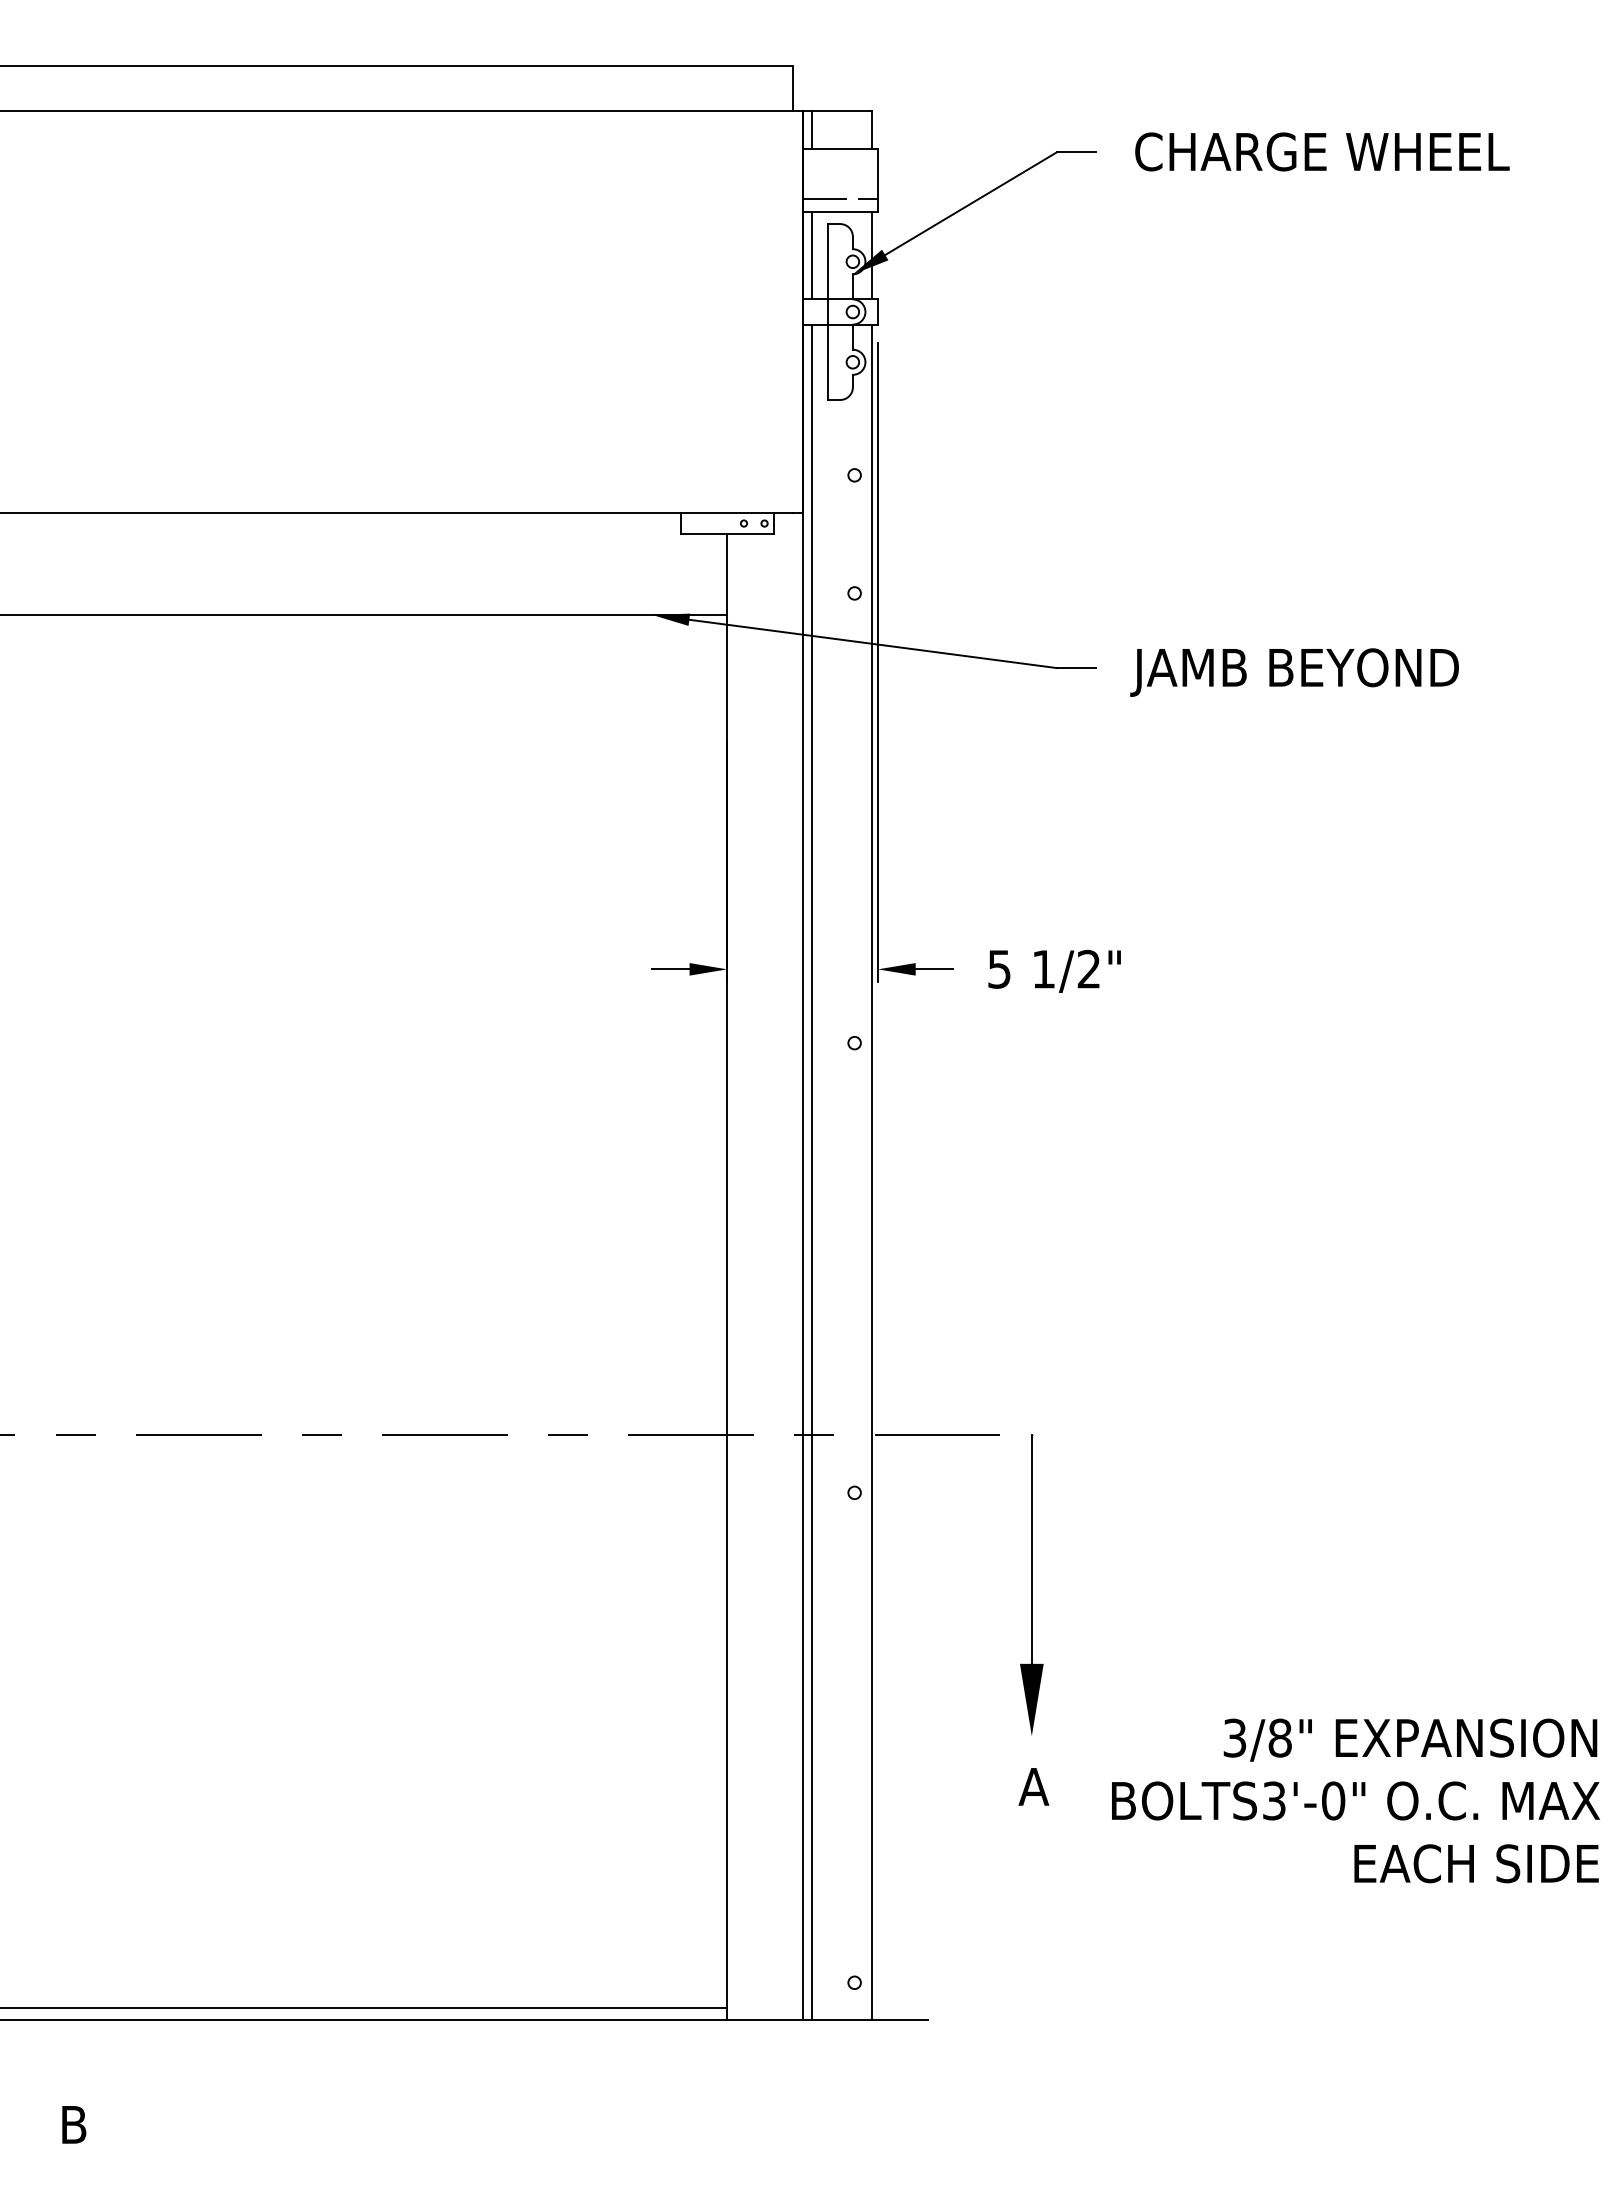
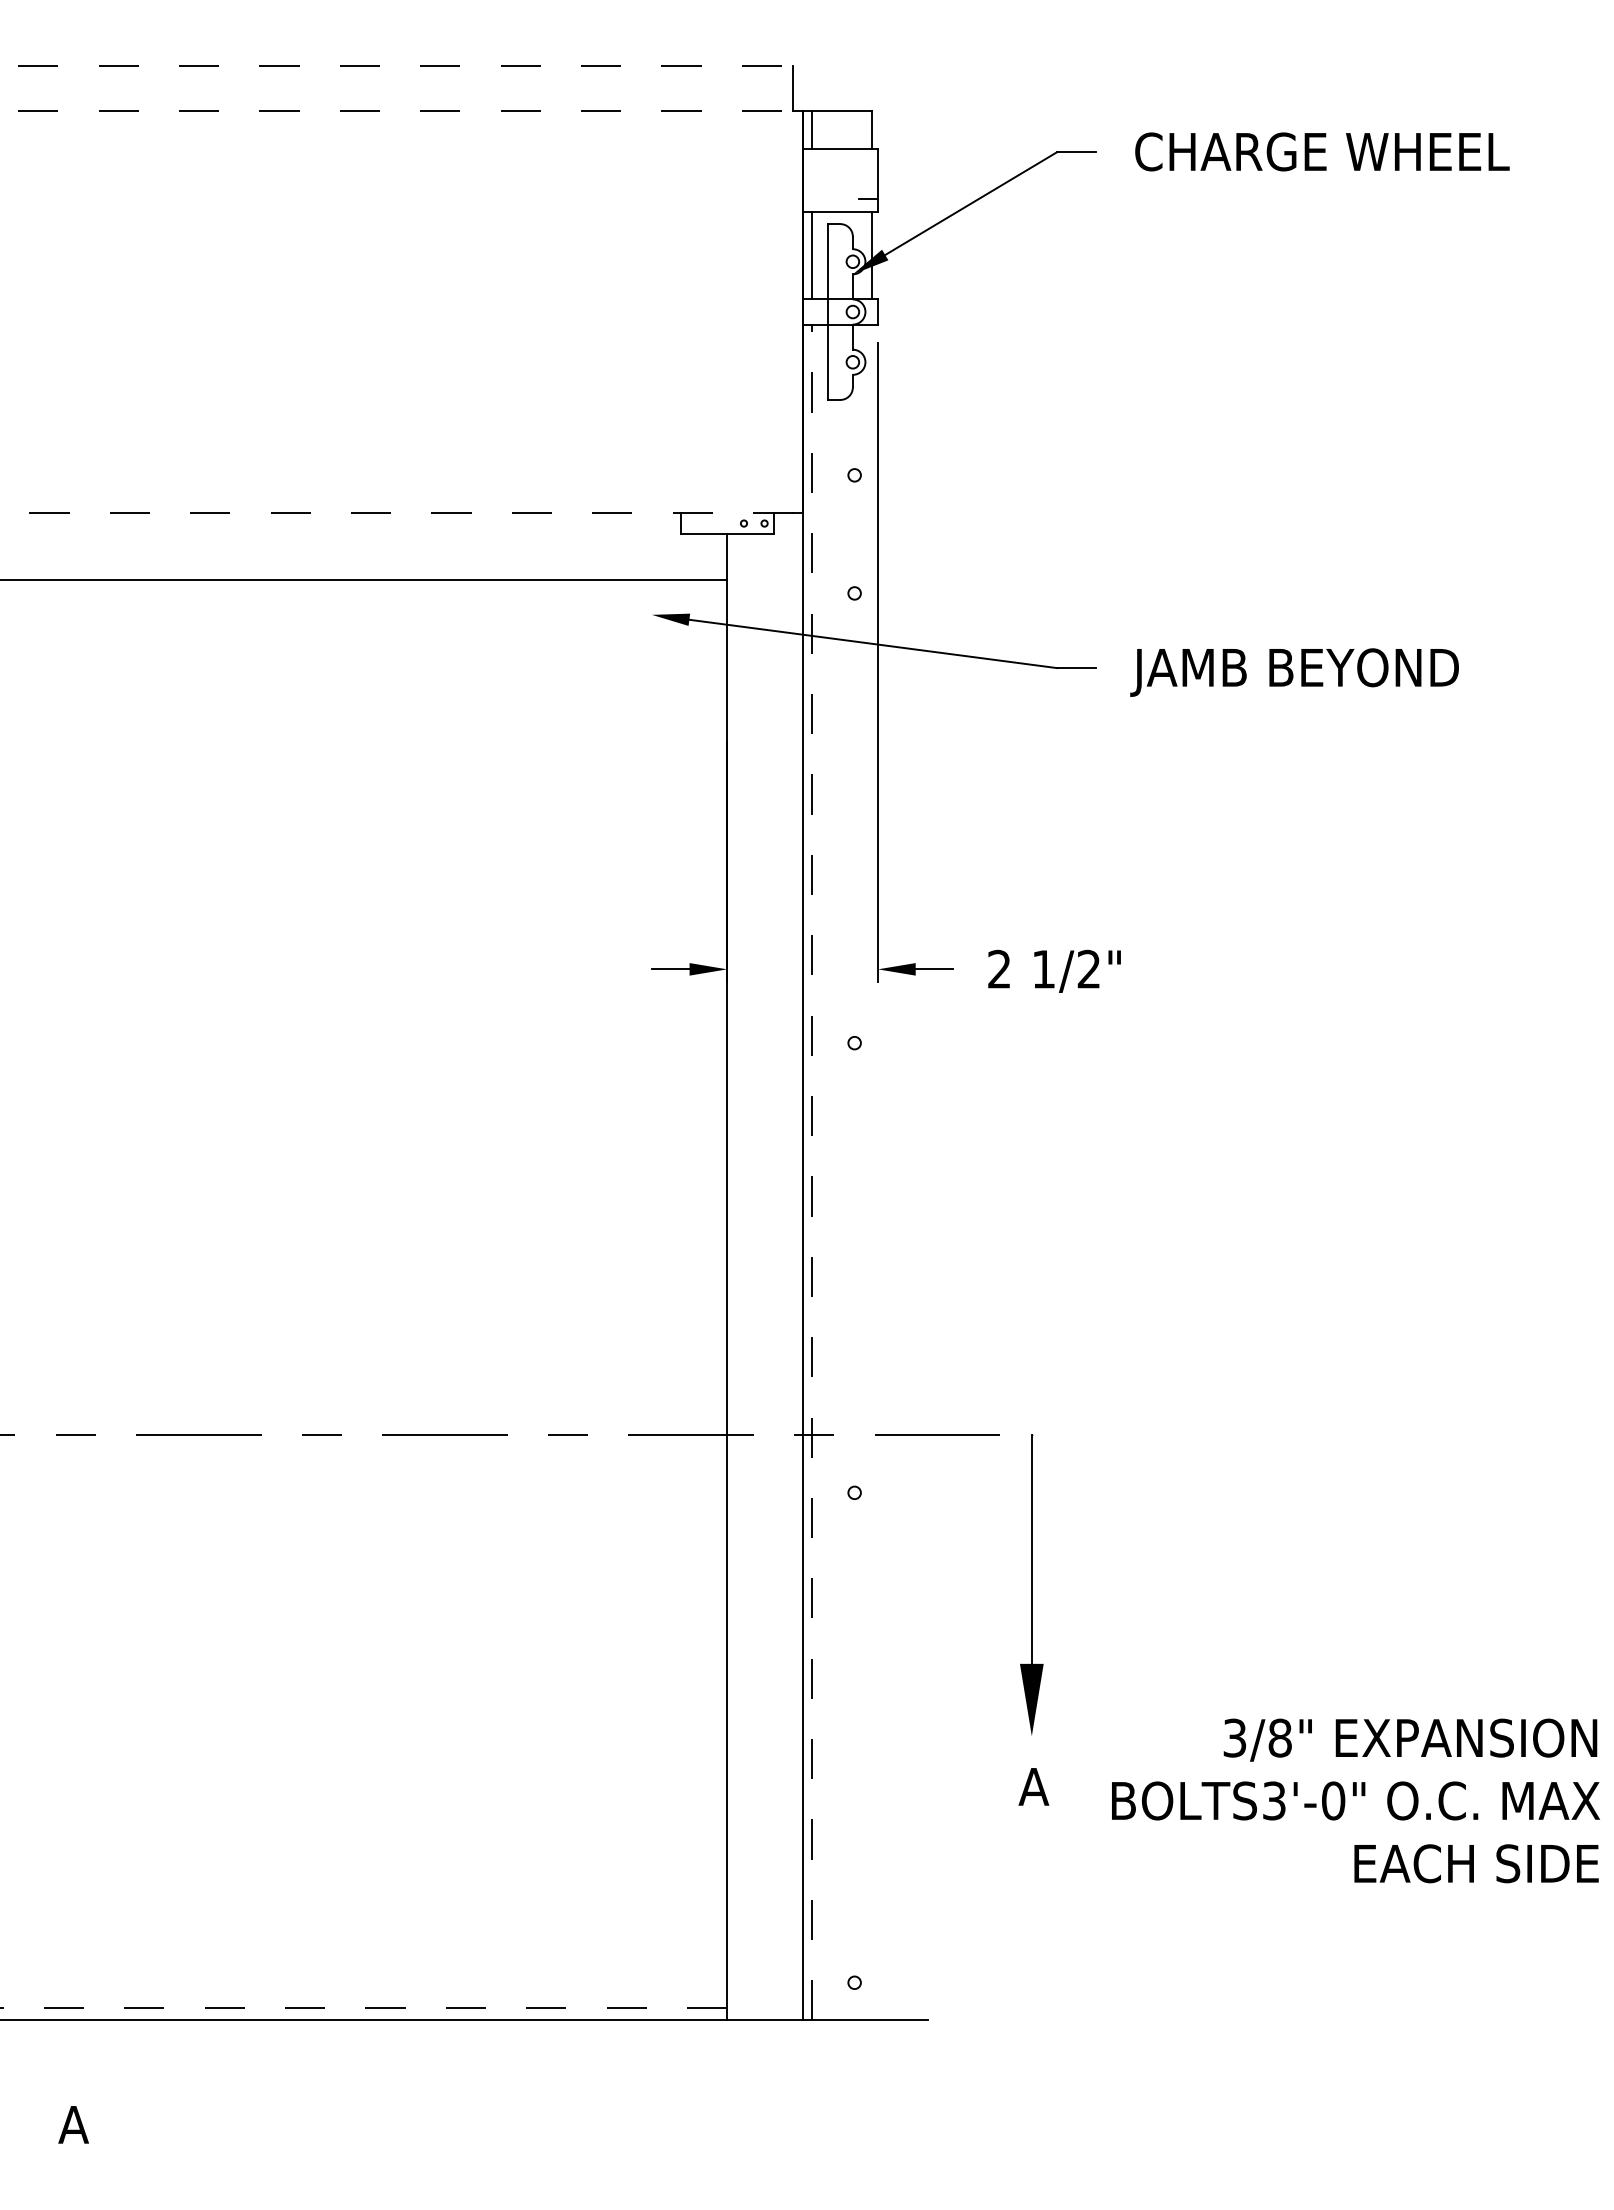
line at (397, 66): solid -> dashed
line at (397, 111): solid -> dashed
line at (824, 198): present -> none
line at (396, 513): solid -> dashed
line at (364, 614) position: (364, 614) -> (364, 579)
text at (999, 968): 5 -> 2
line at (812, 1172): solid -> dashed
line at (871, 1172): present -> none
line at (363, 2007): solid -> dashed
text at (73, 2124): B -> A
